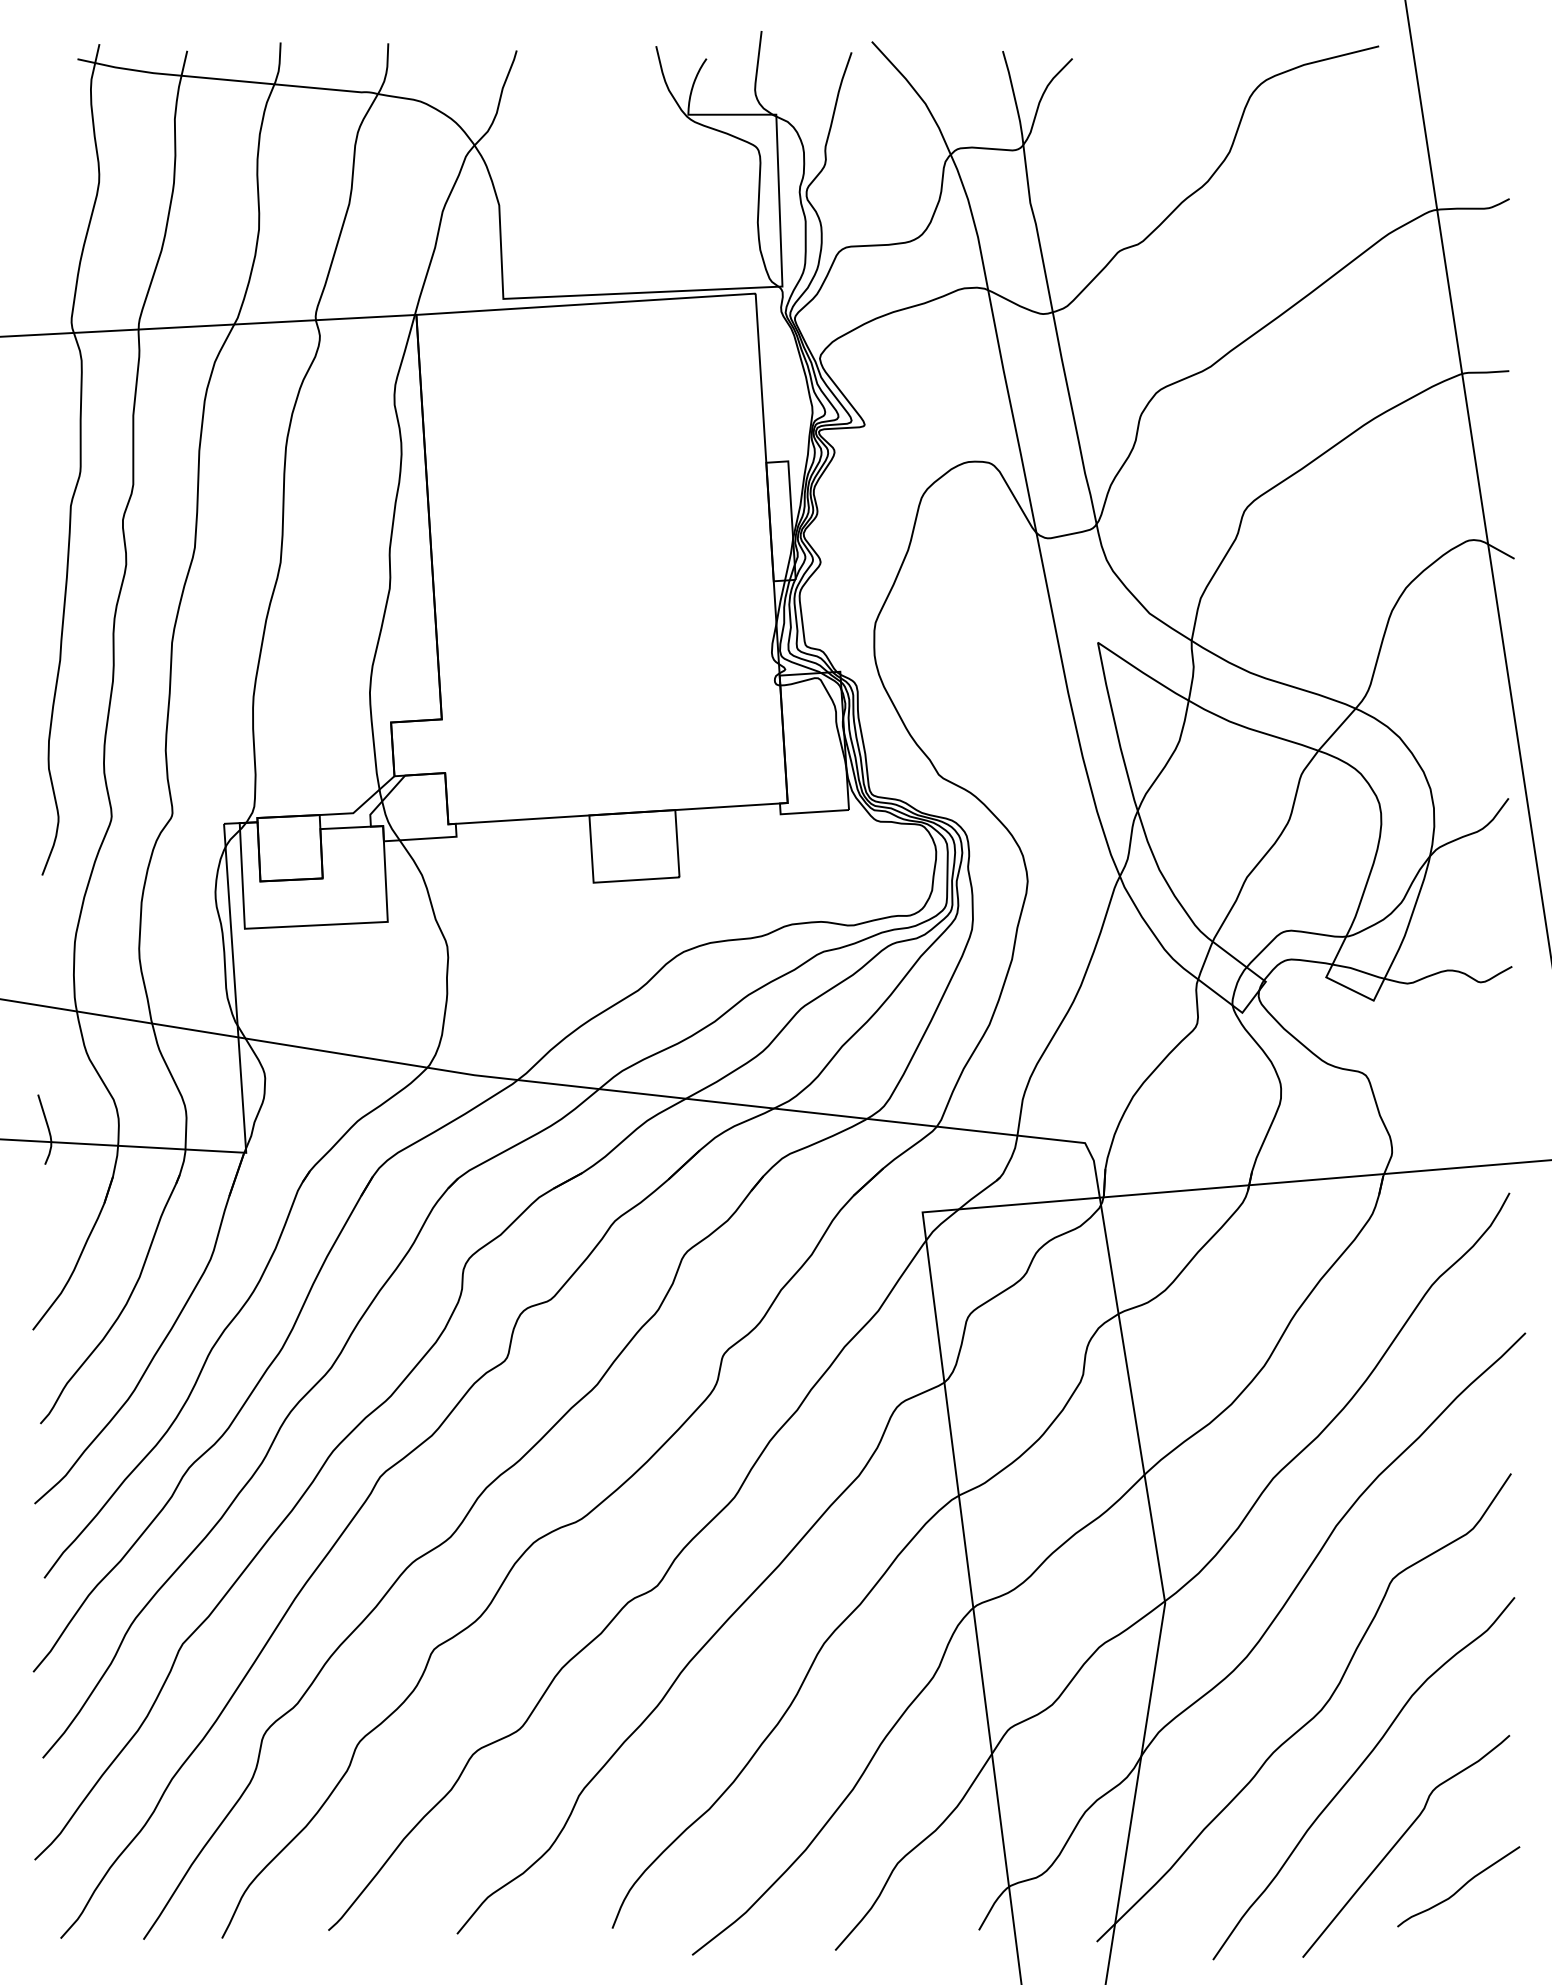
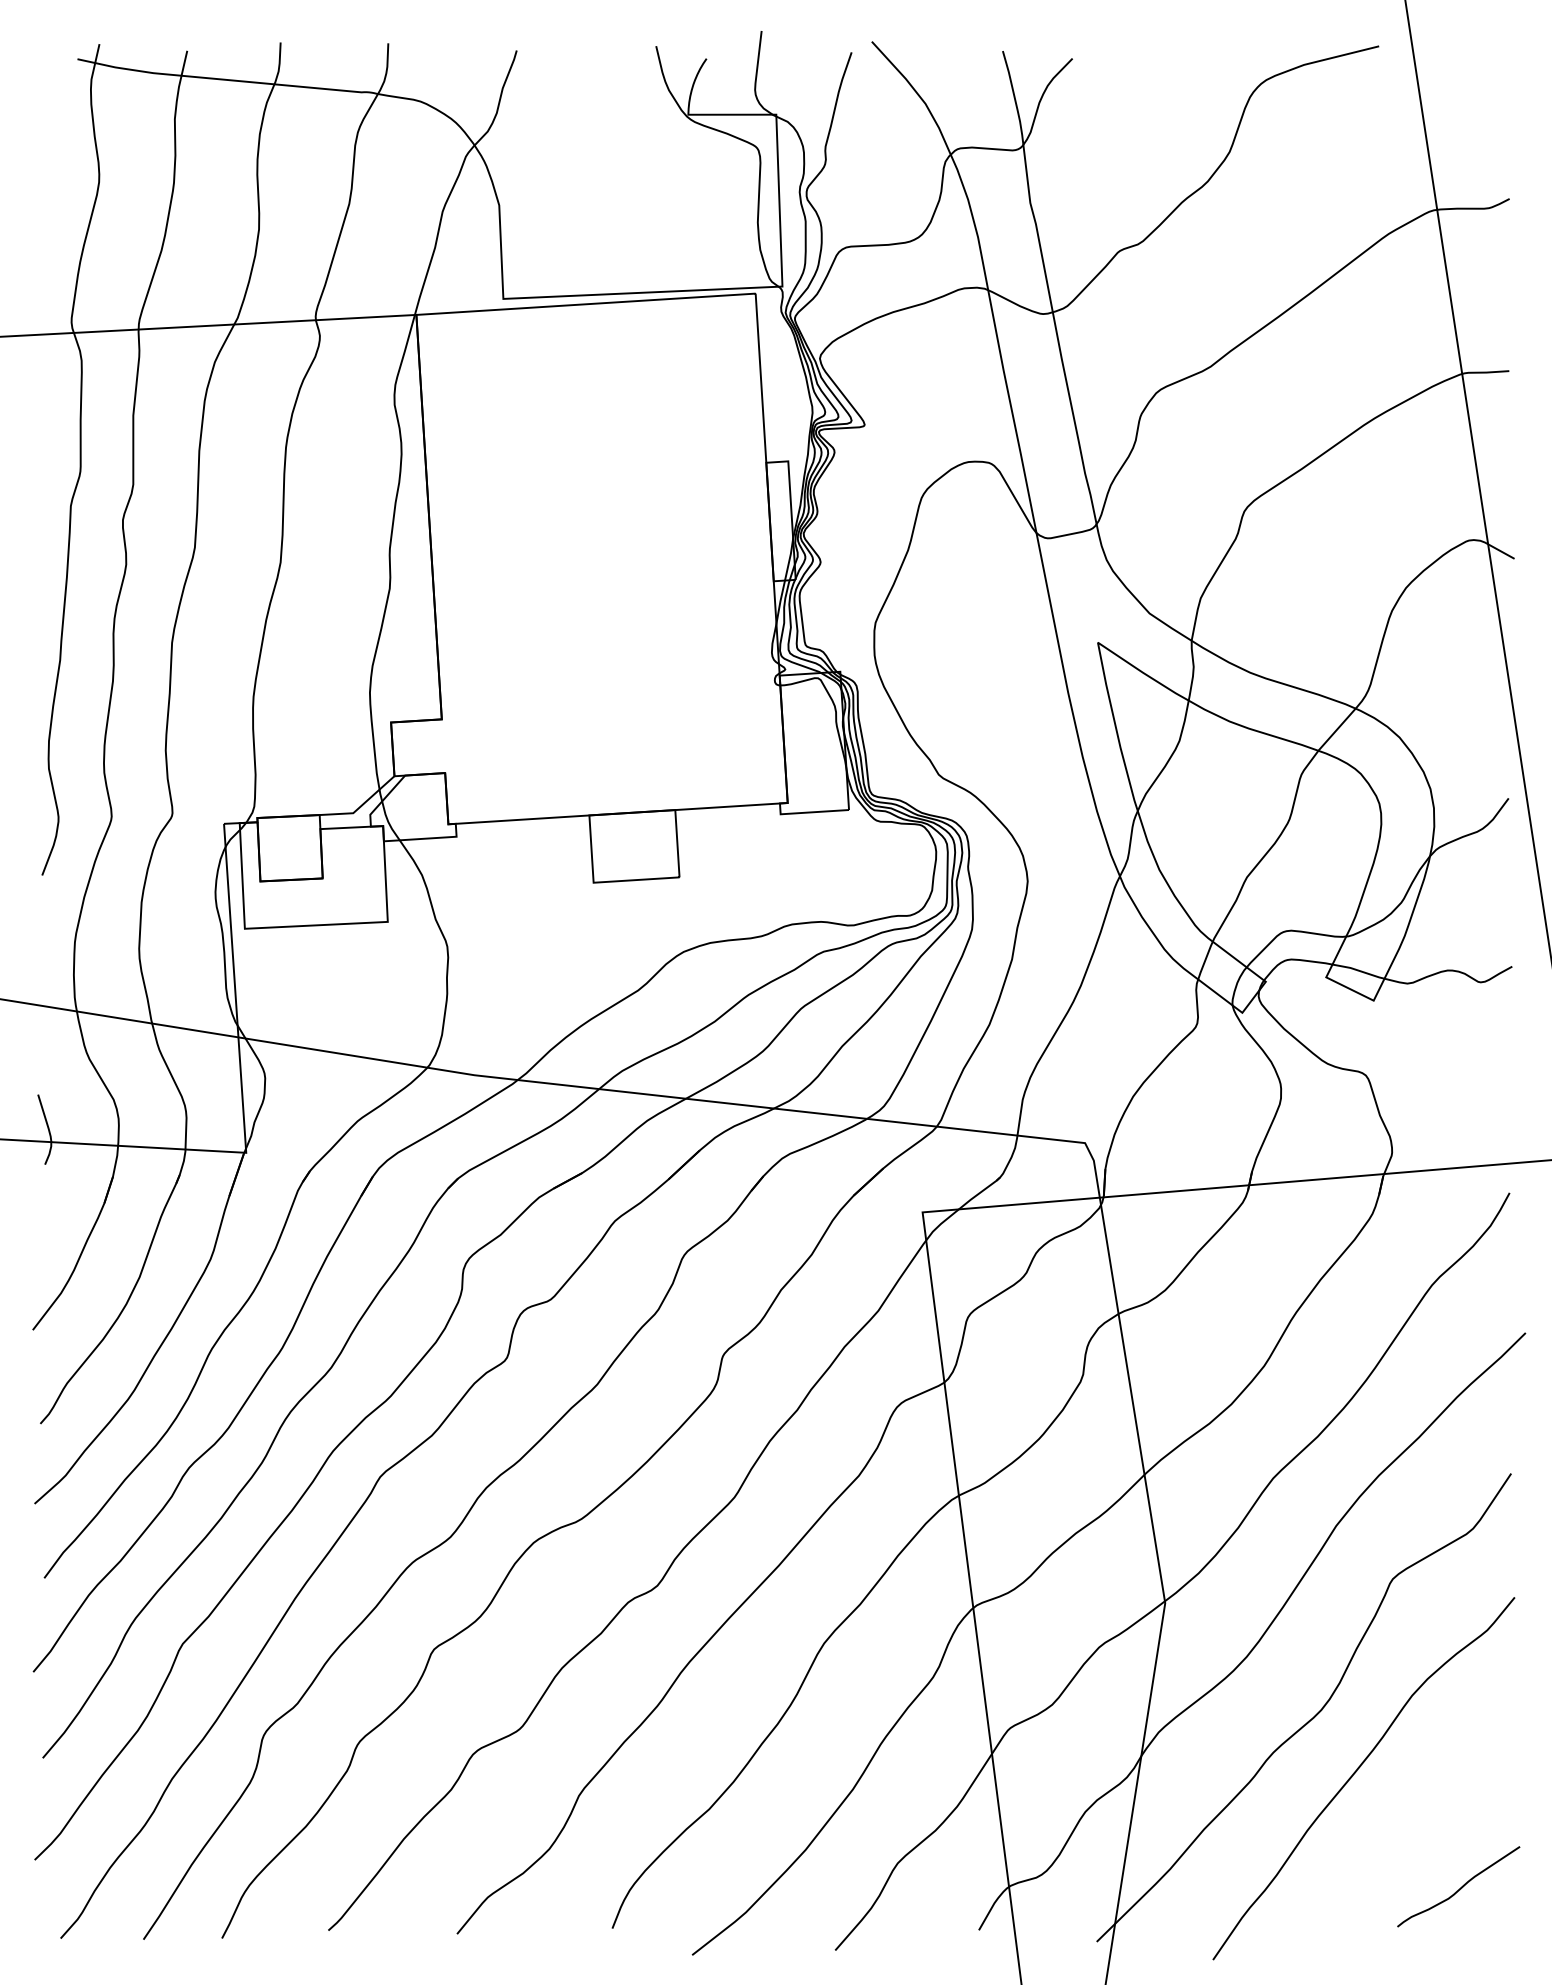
curve at (1399, 1841): present -> none
